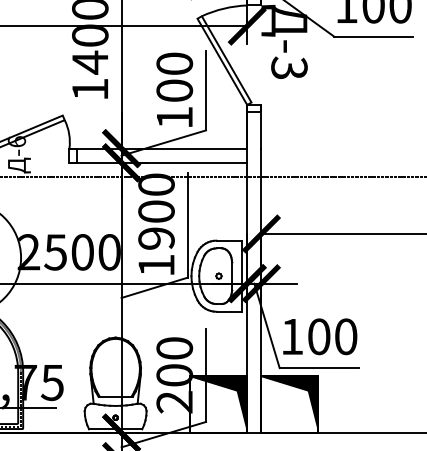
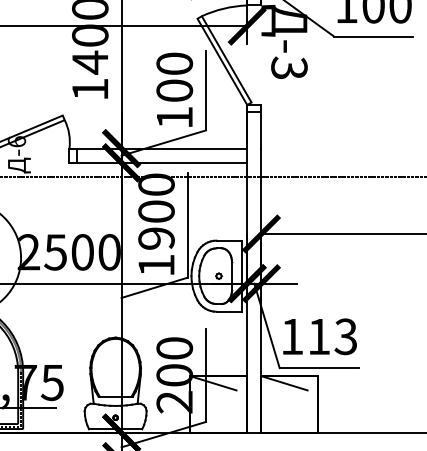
text at (332, 336): 100 -> 113
fill at (218, 402): present -> none
fill at (289, 402): present -> none
